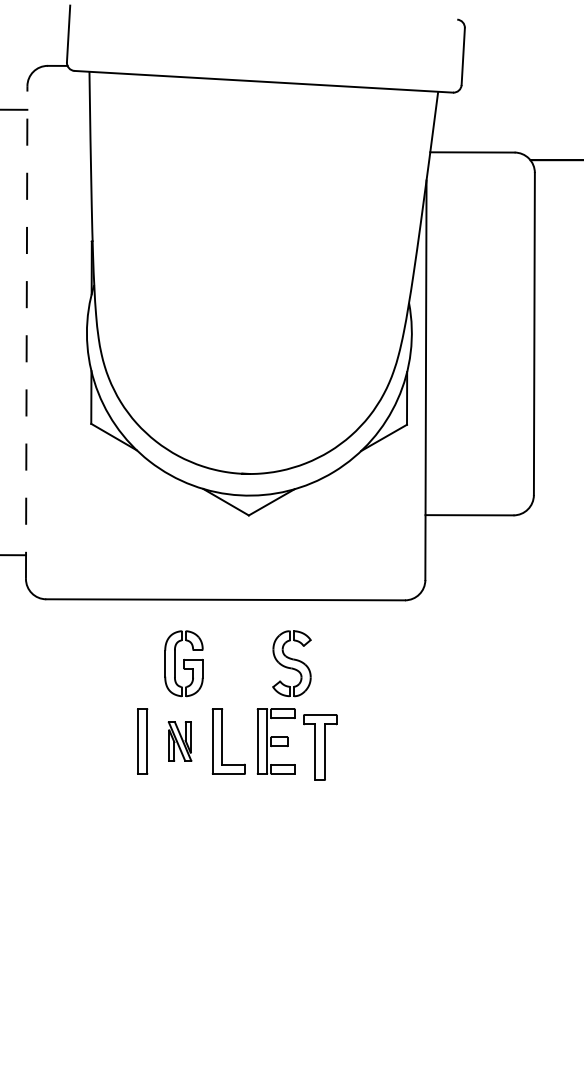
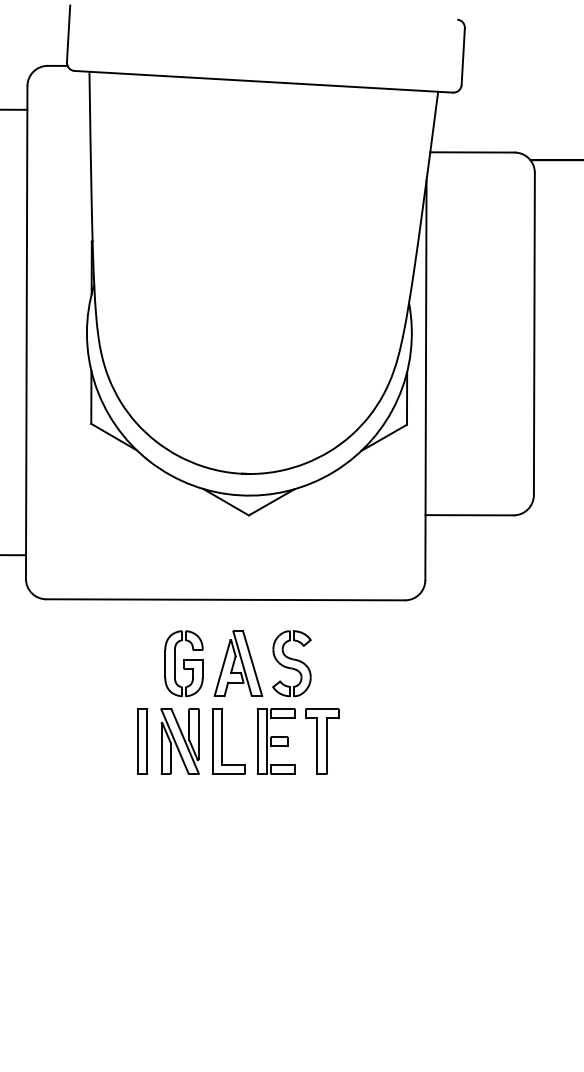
line at (26, 332): dashed -> solid
part at (238, 663): none -> present
part at (179, 741) size: 26x41 px -> 40x67 px
part at (320, 747) position: (320, 747) -> (322, 741)
